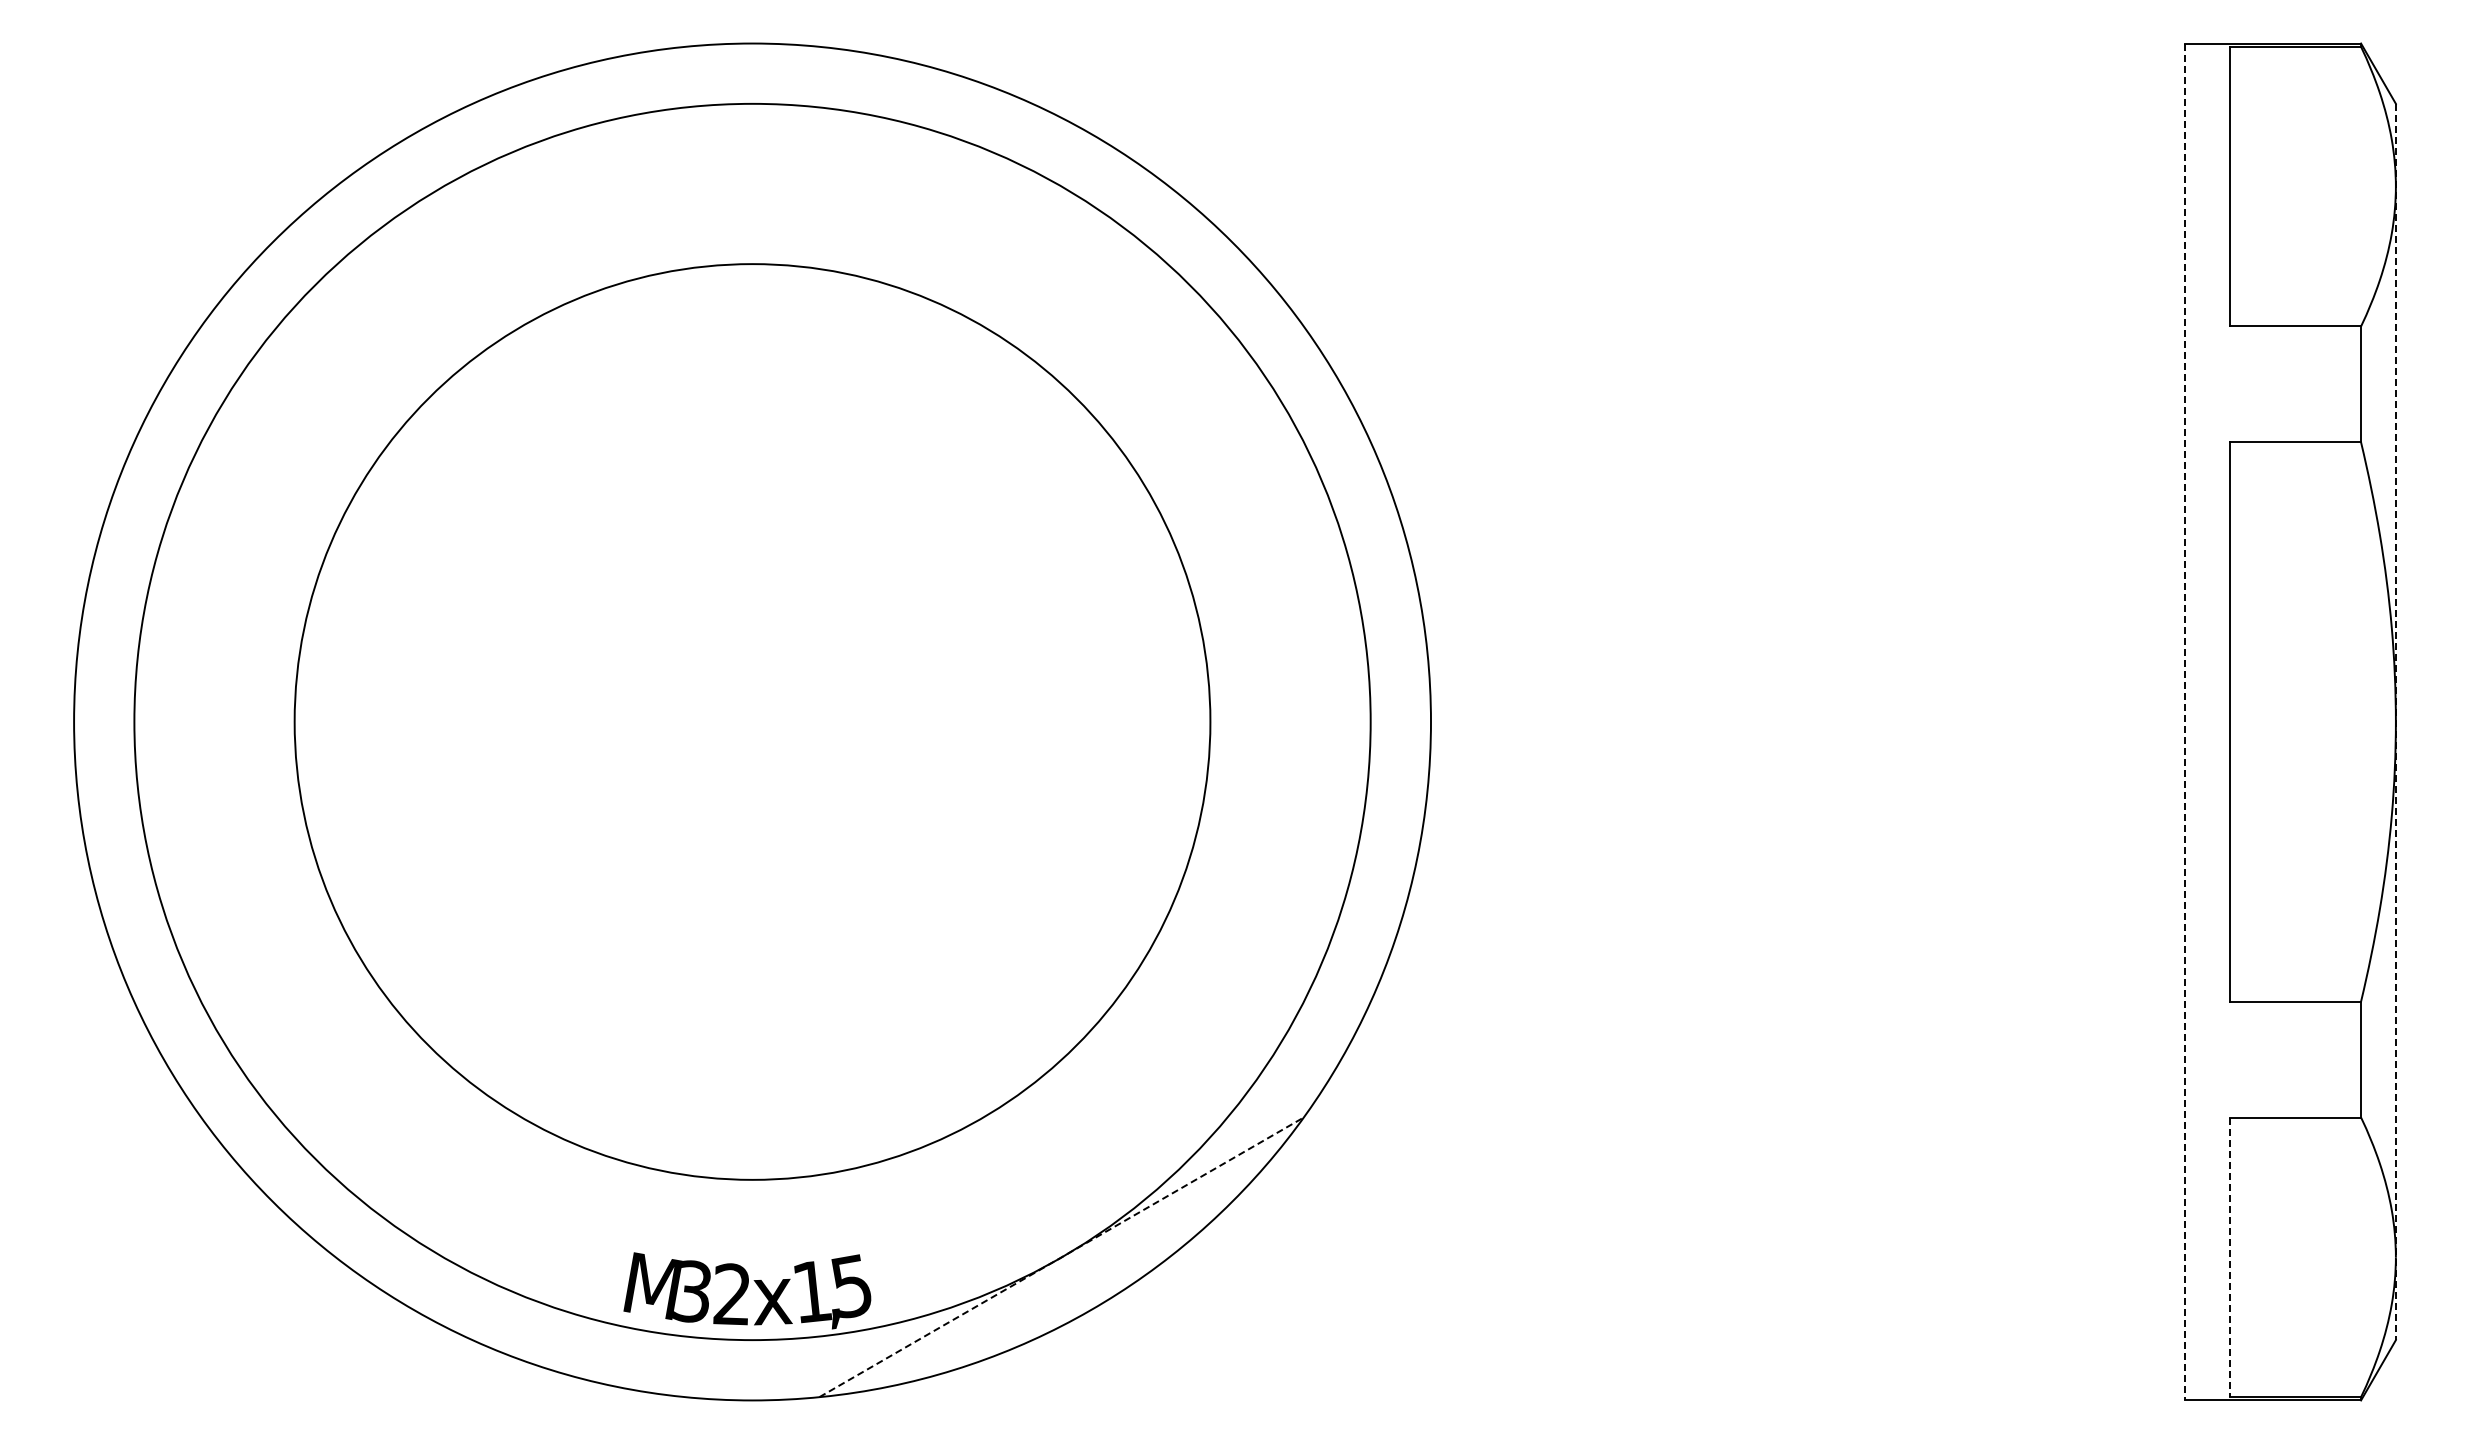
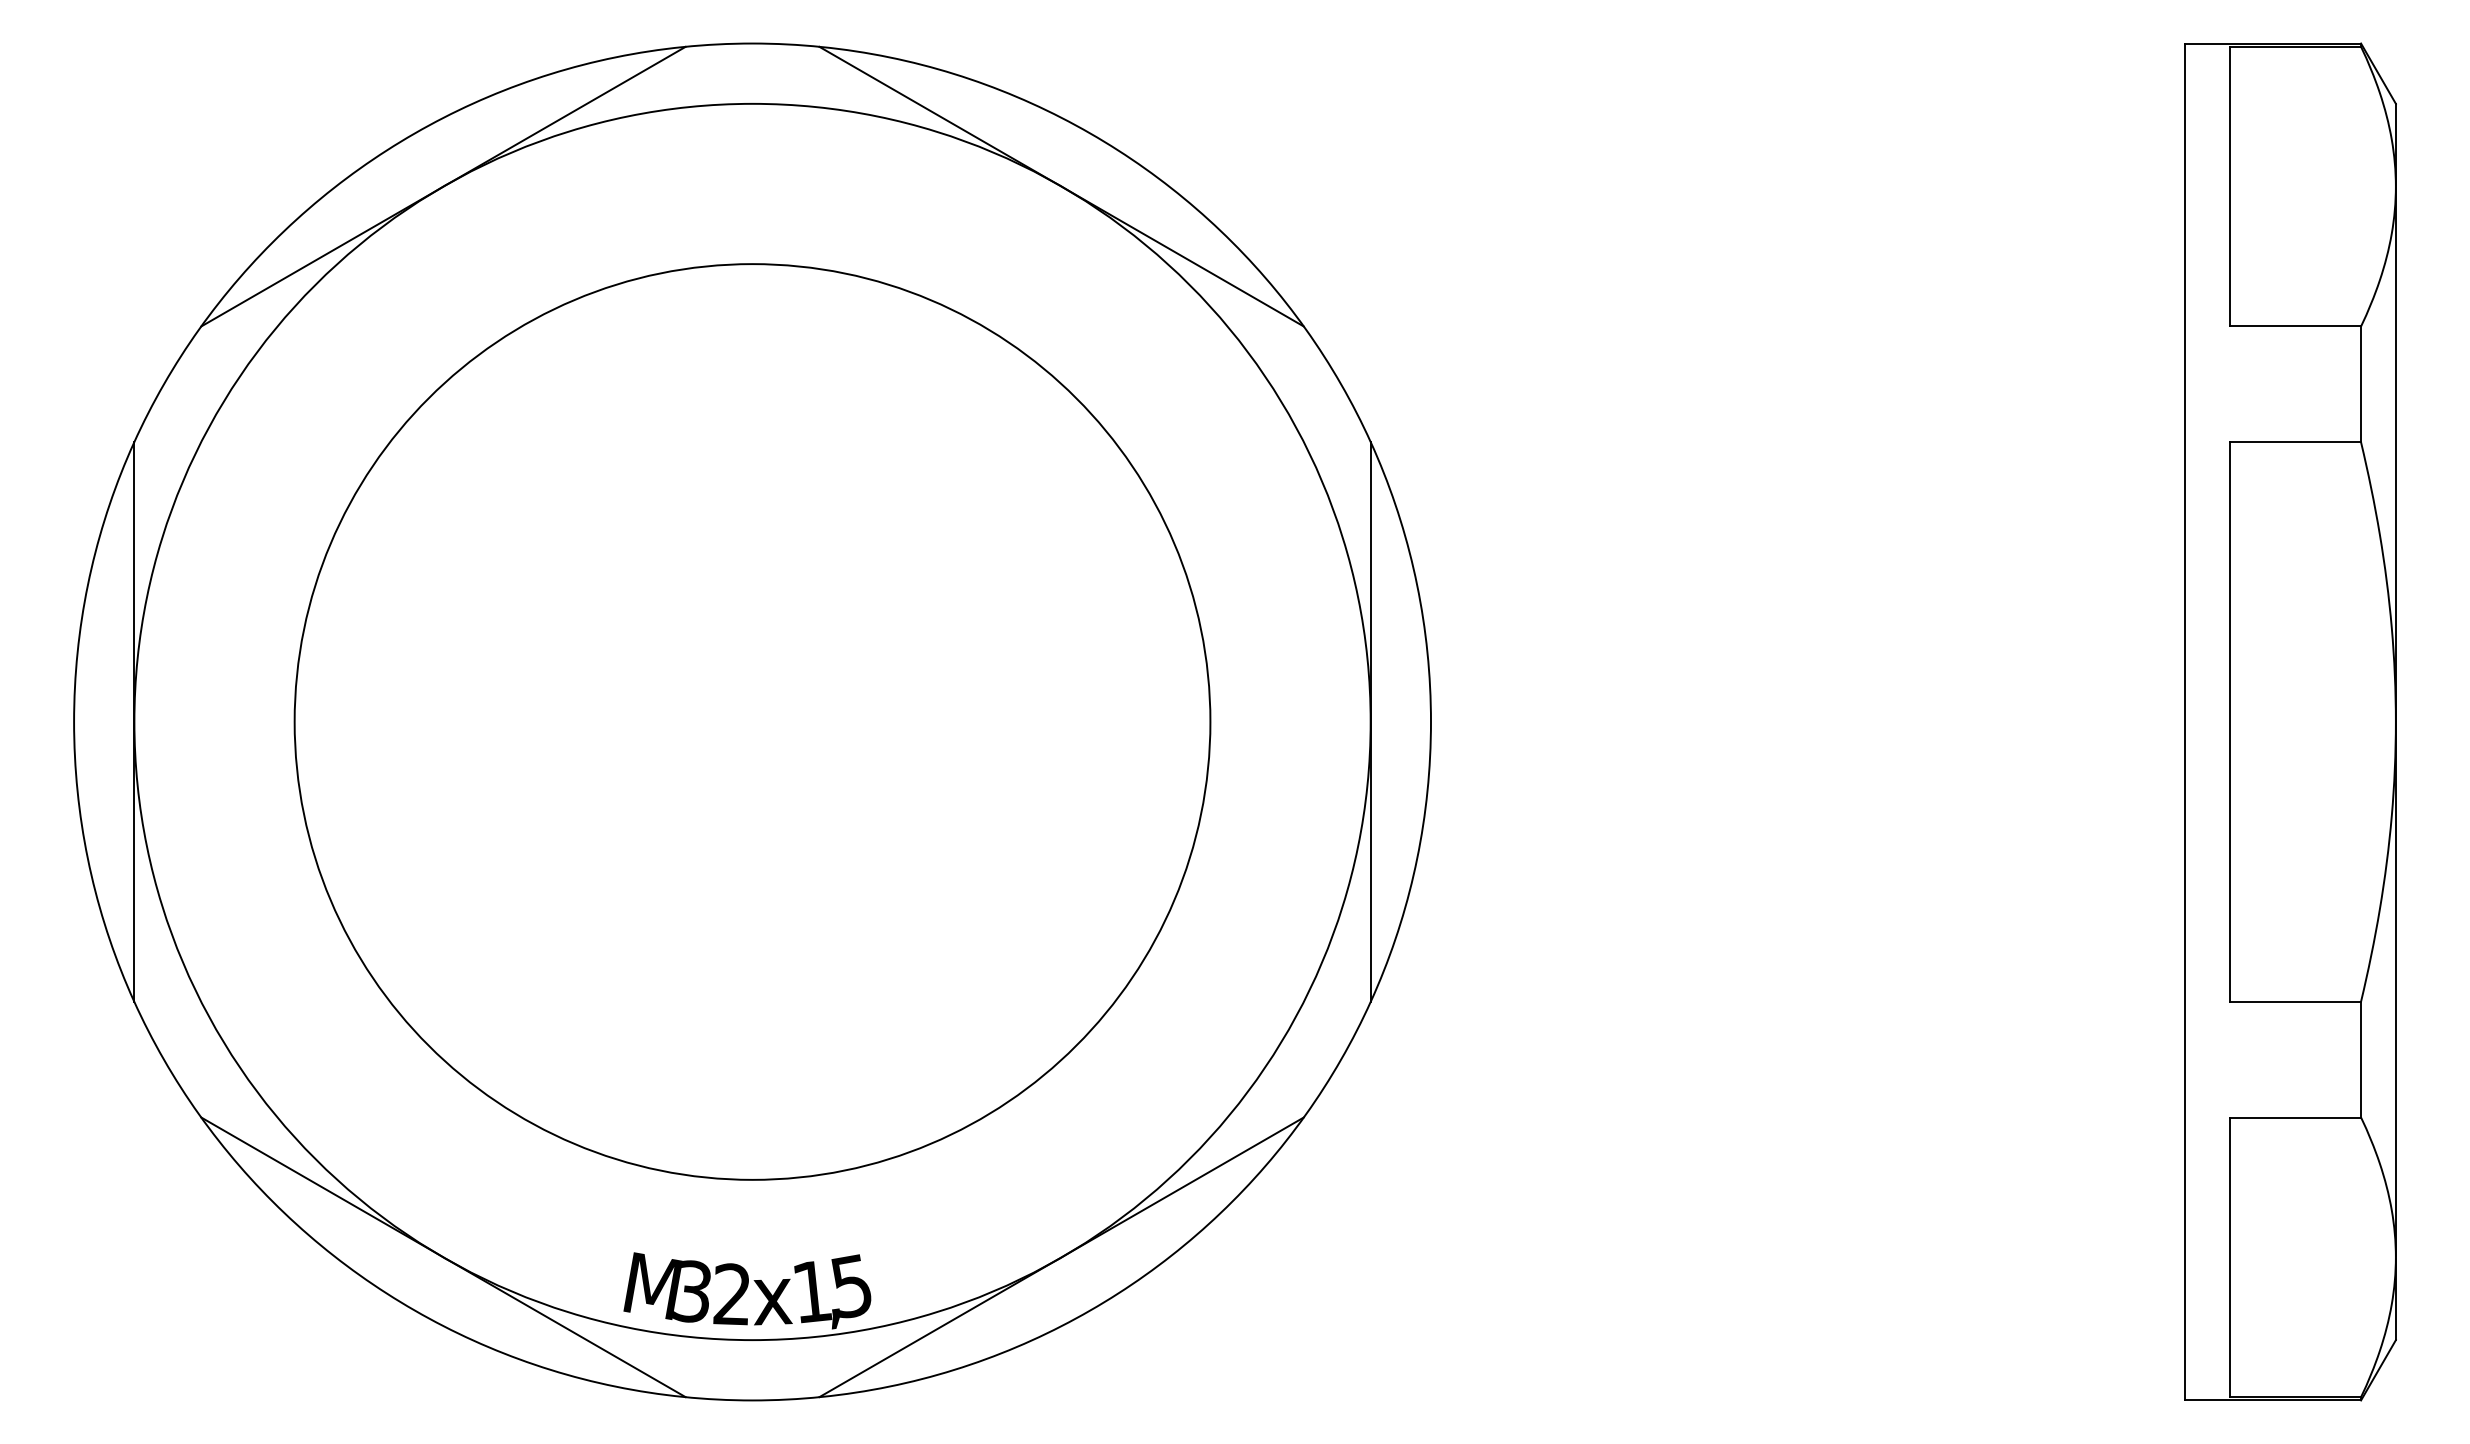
line at (443, 186): none -> present
line at (1061, 186): none -> present
line at (134, 721): none -> present
line at (1370, 721): none -> present
line at (2184, 722): dashed -> solid
line at (2395, 722): dashed -> solid
line at (443, 1257): none -> present
line at (1061, 1257): dashed -> solid
line at (2230, 1257): dashed -> solid
